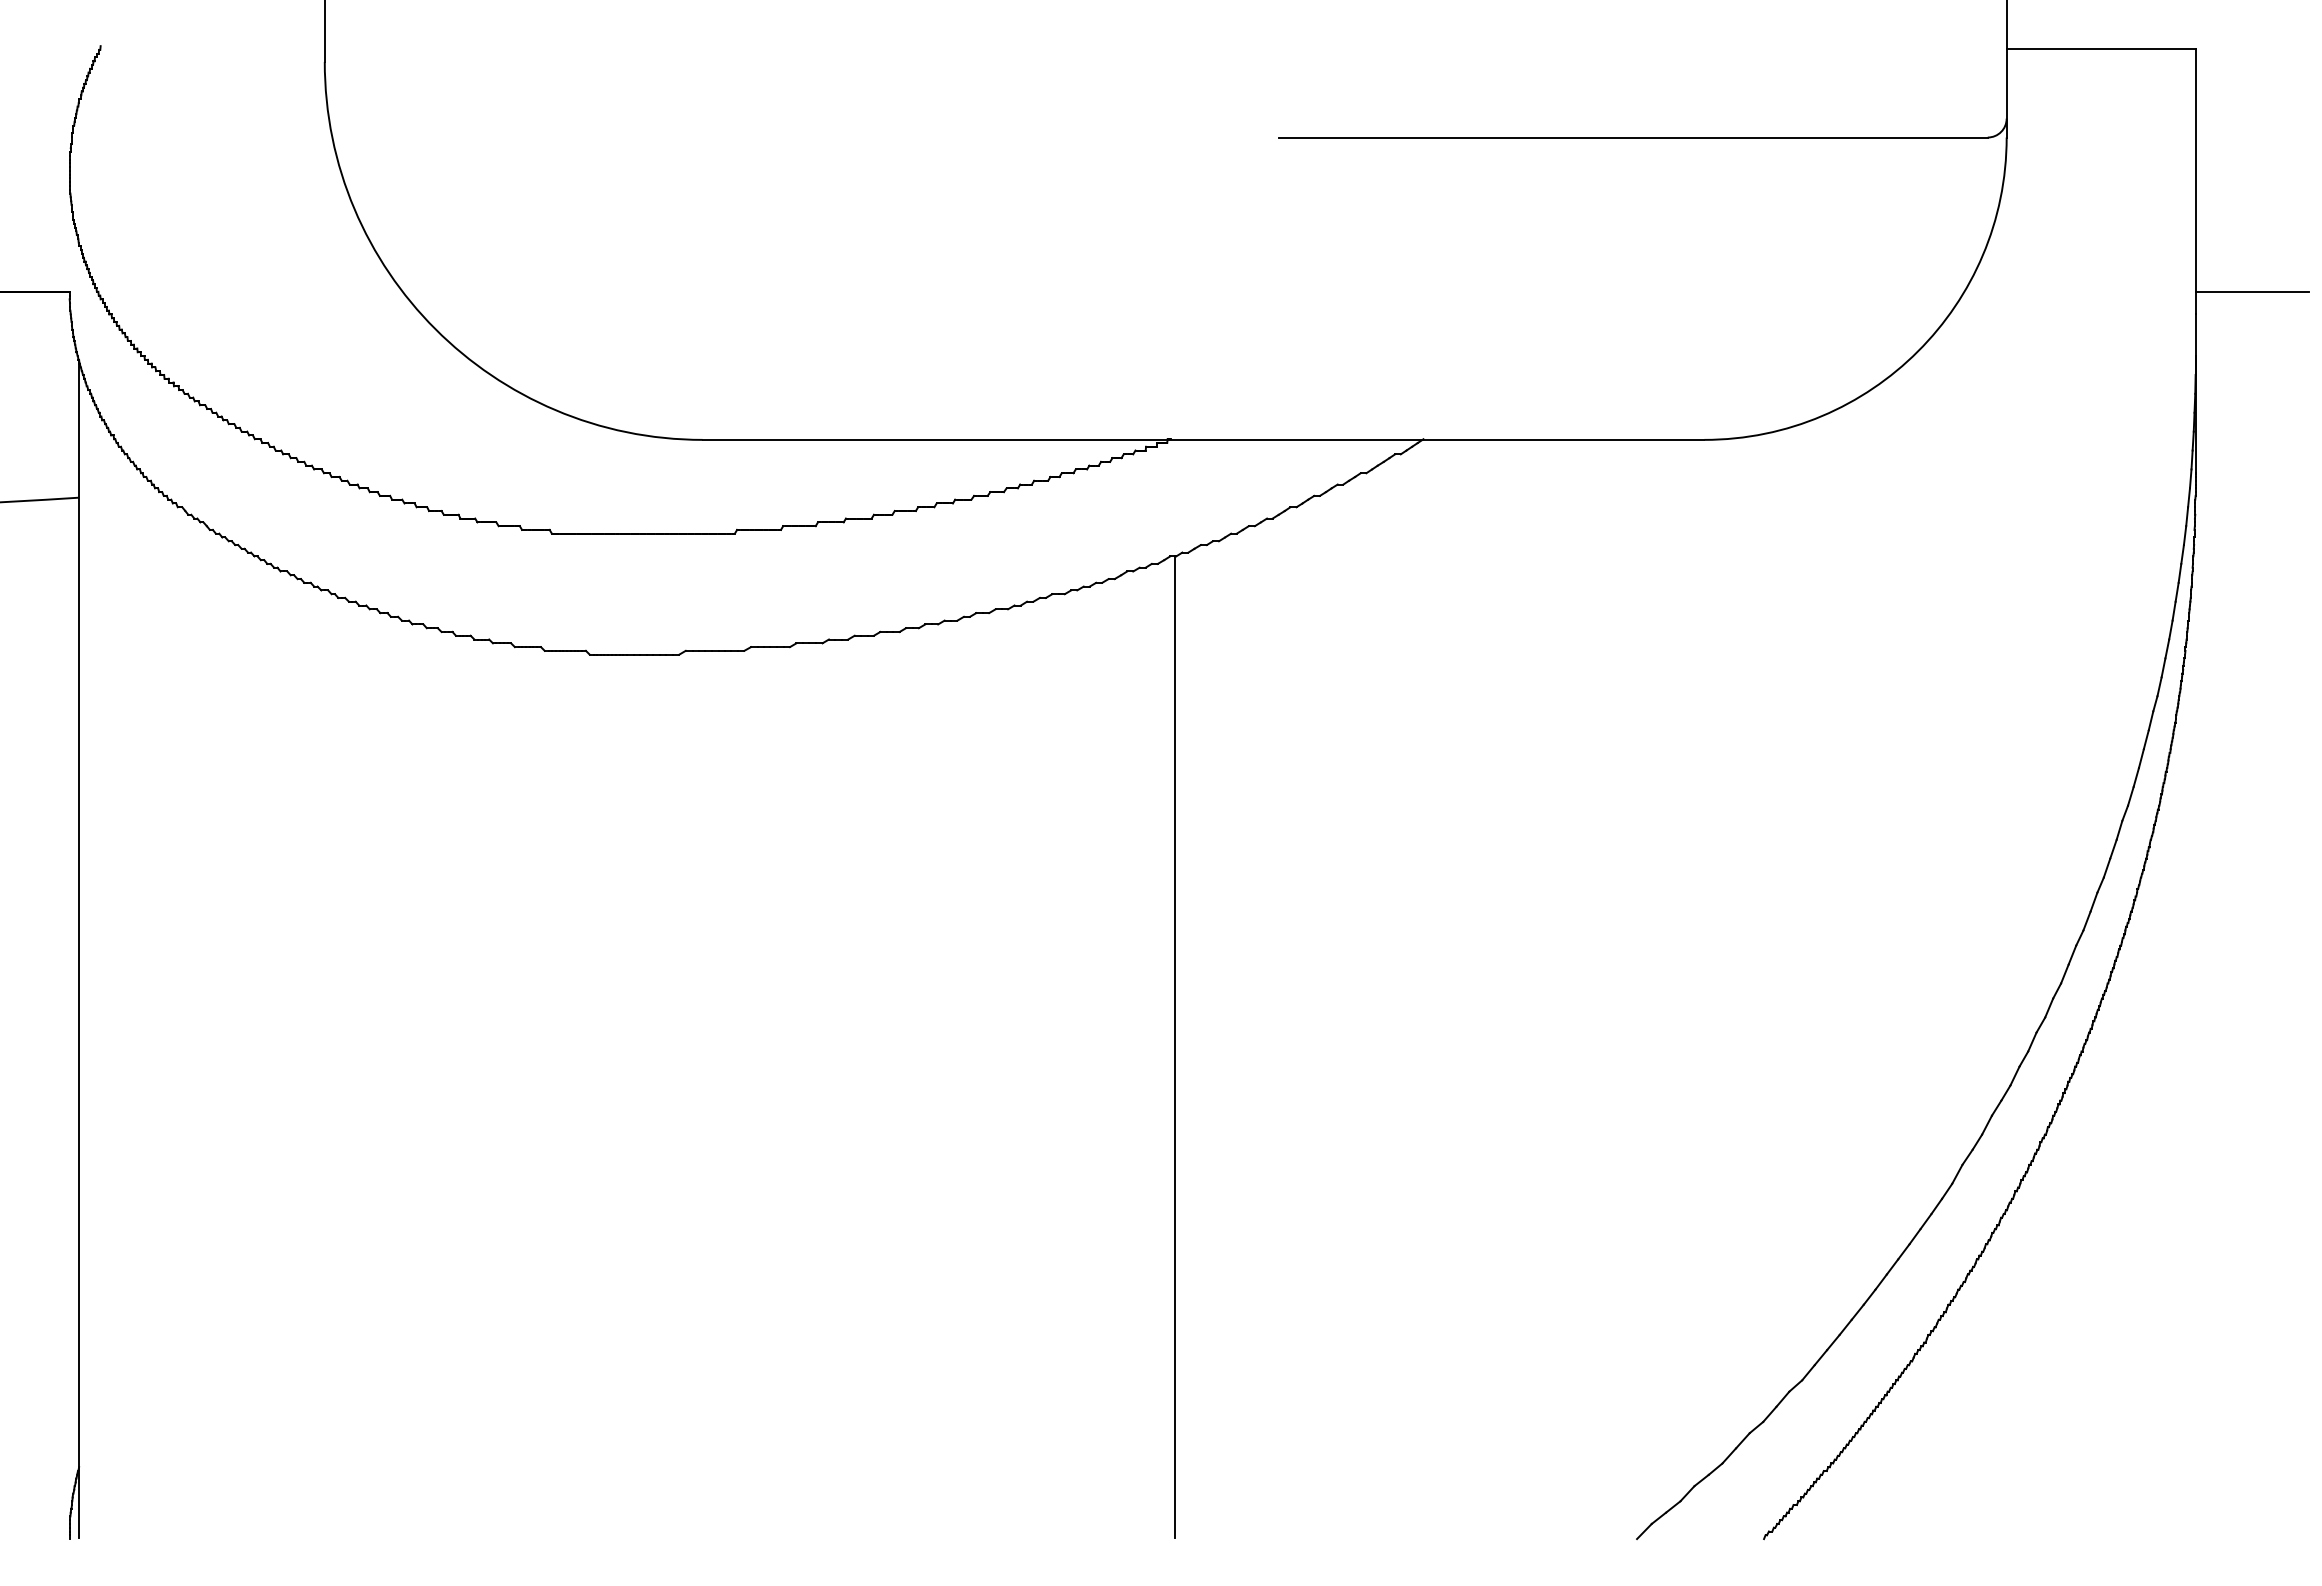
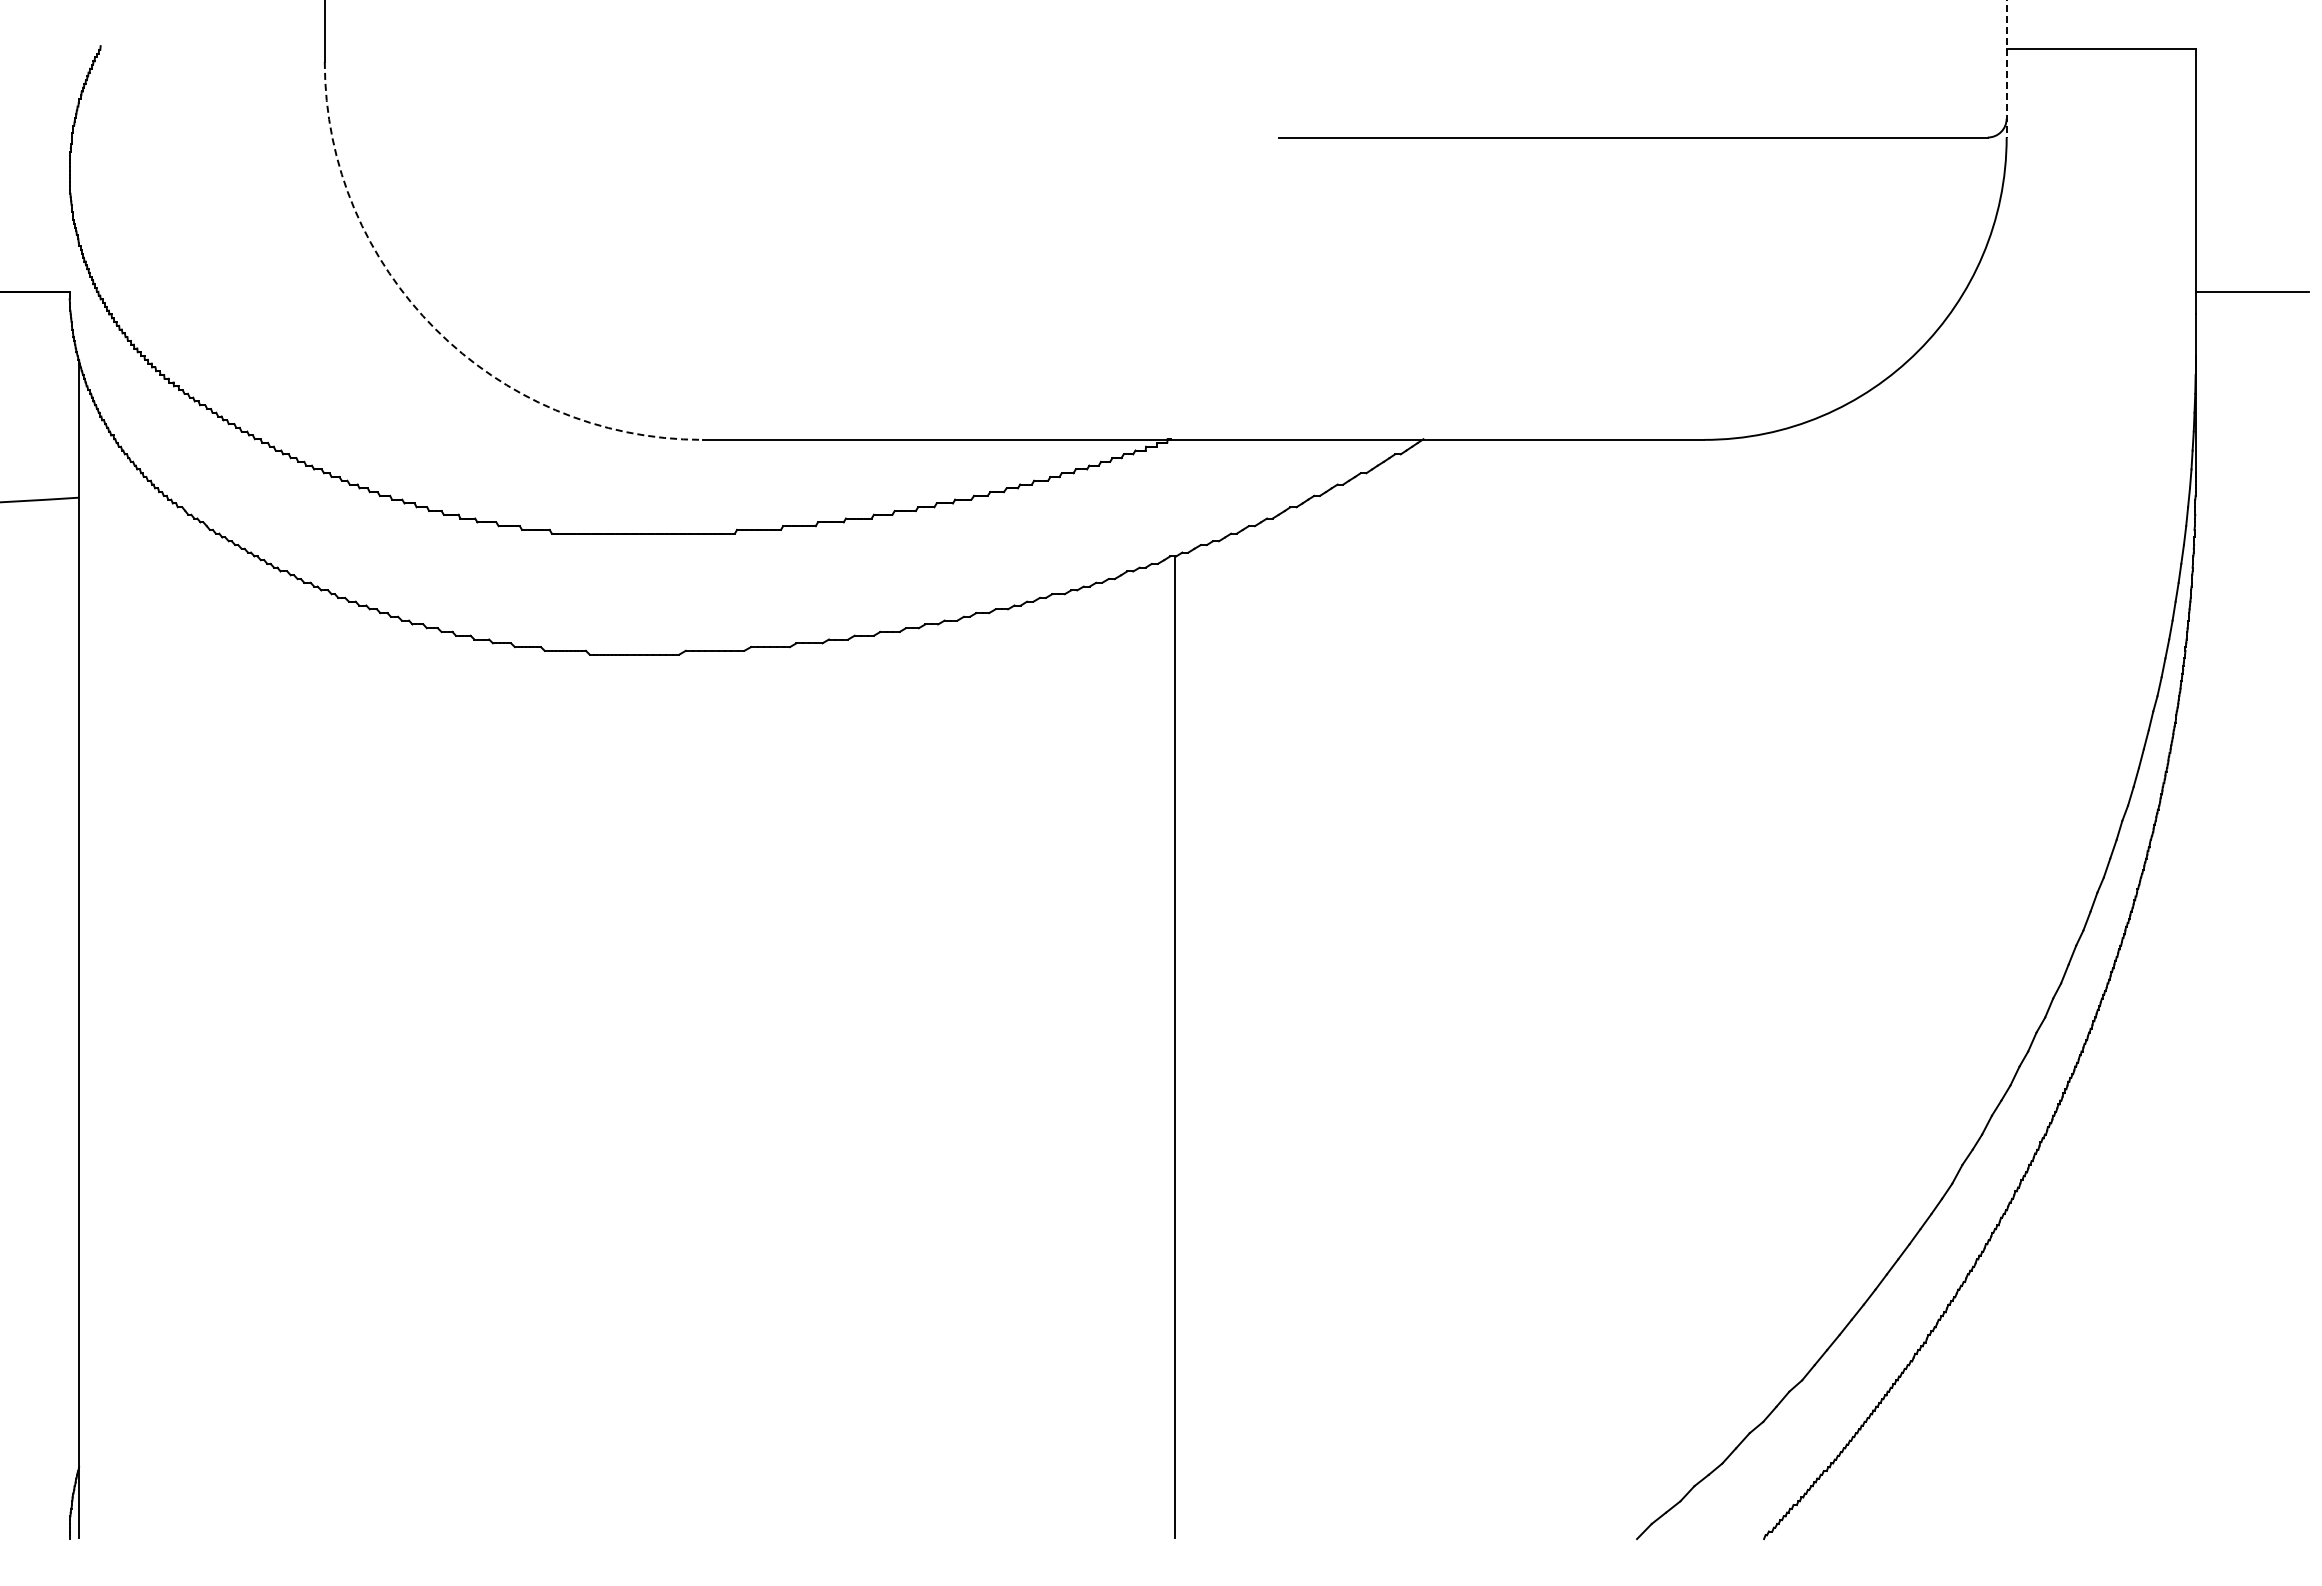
line at (2006, 69): solid -> dashed
arc at (435, 329): solid -> dashed
